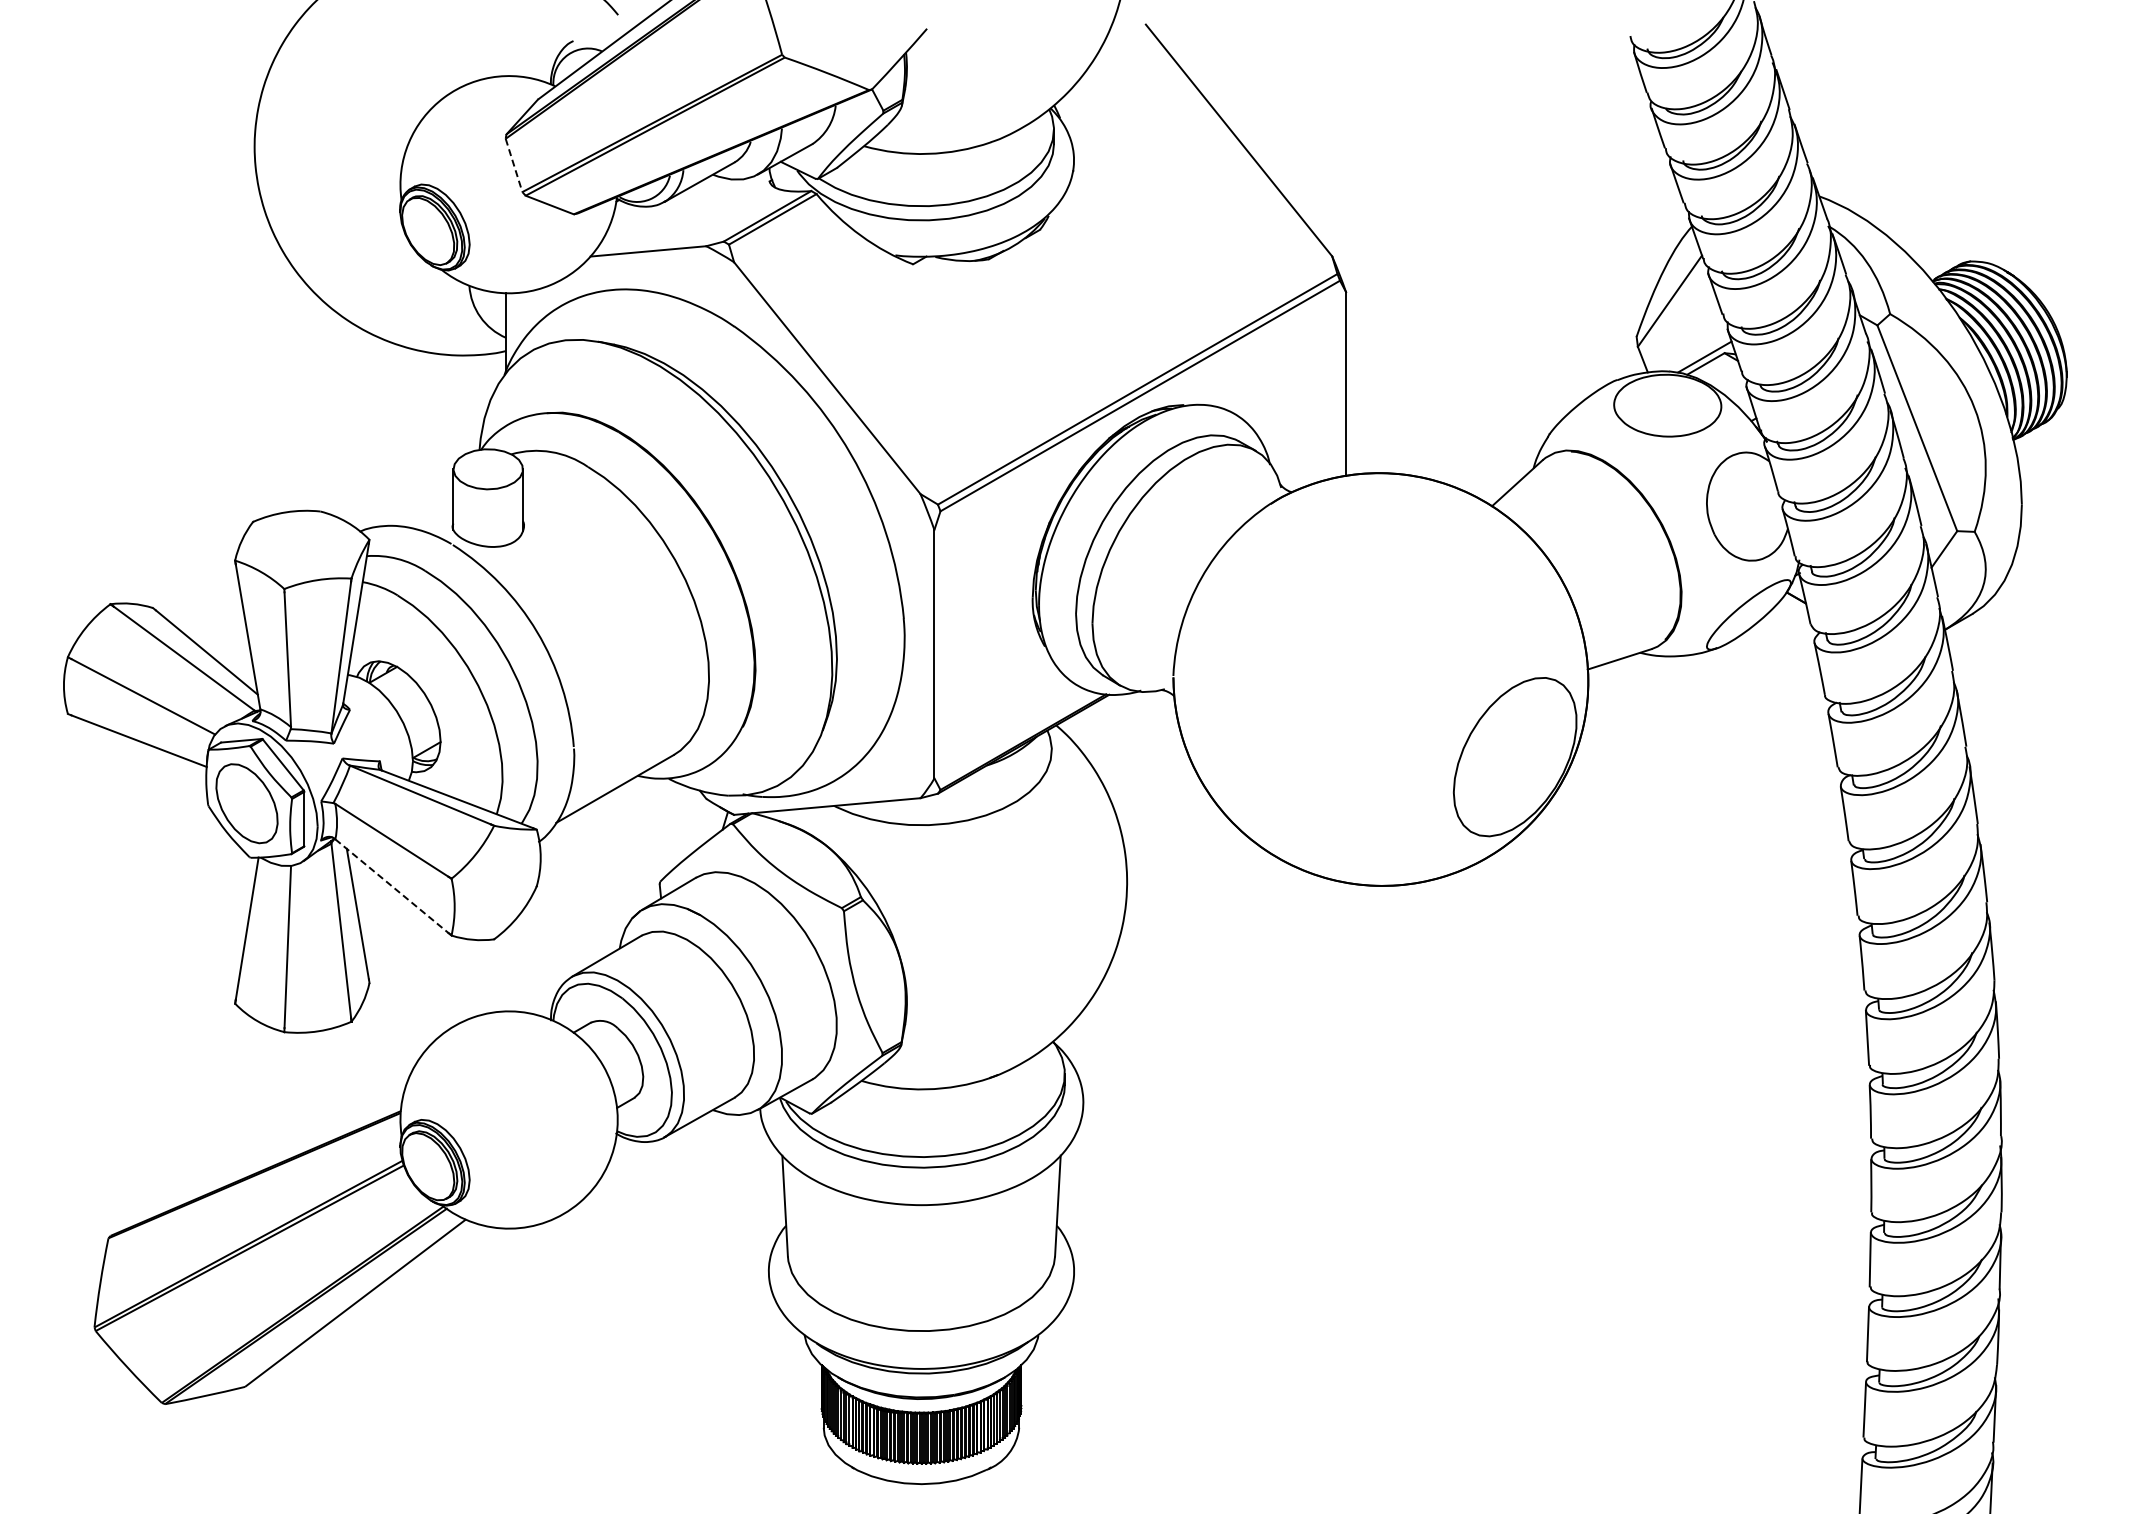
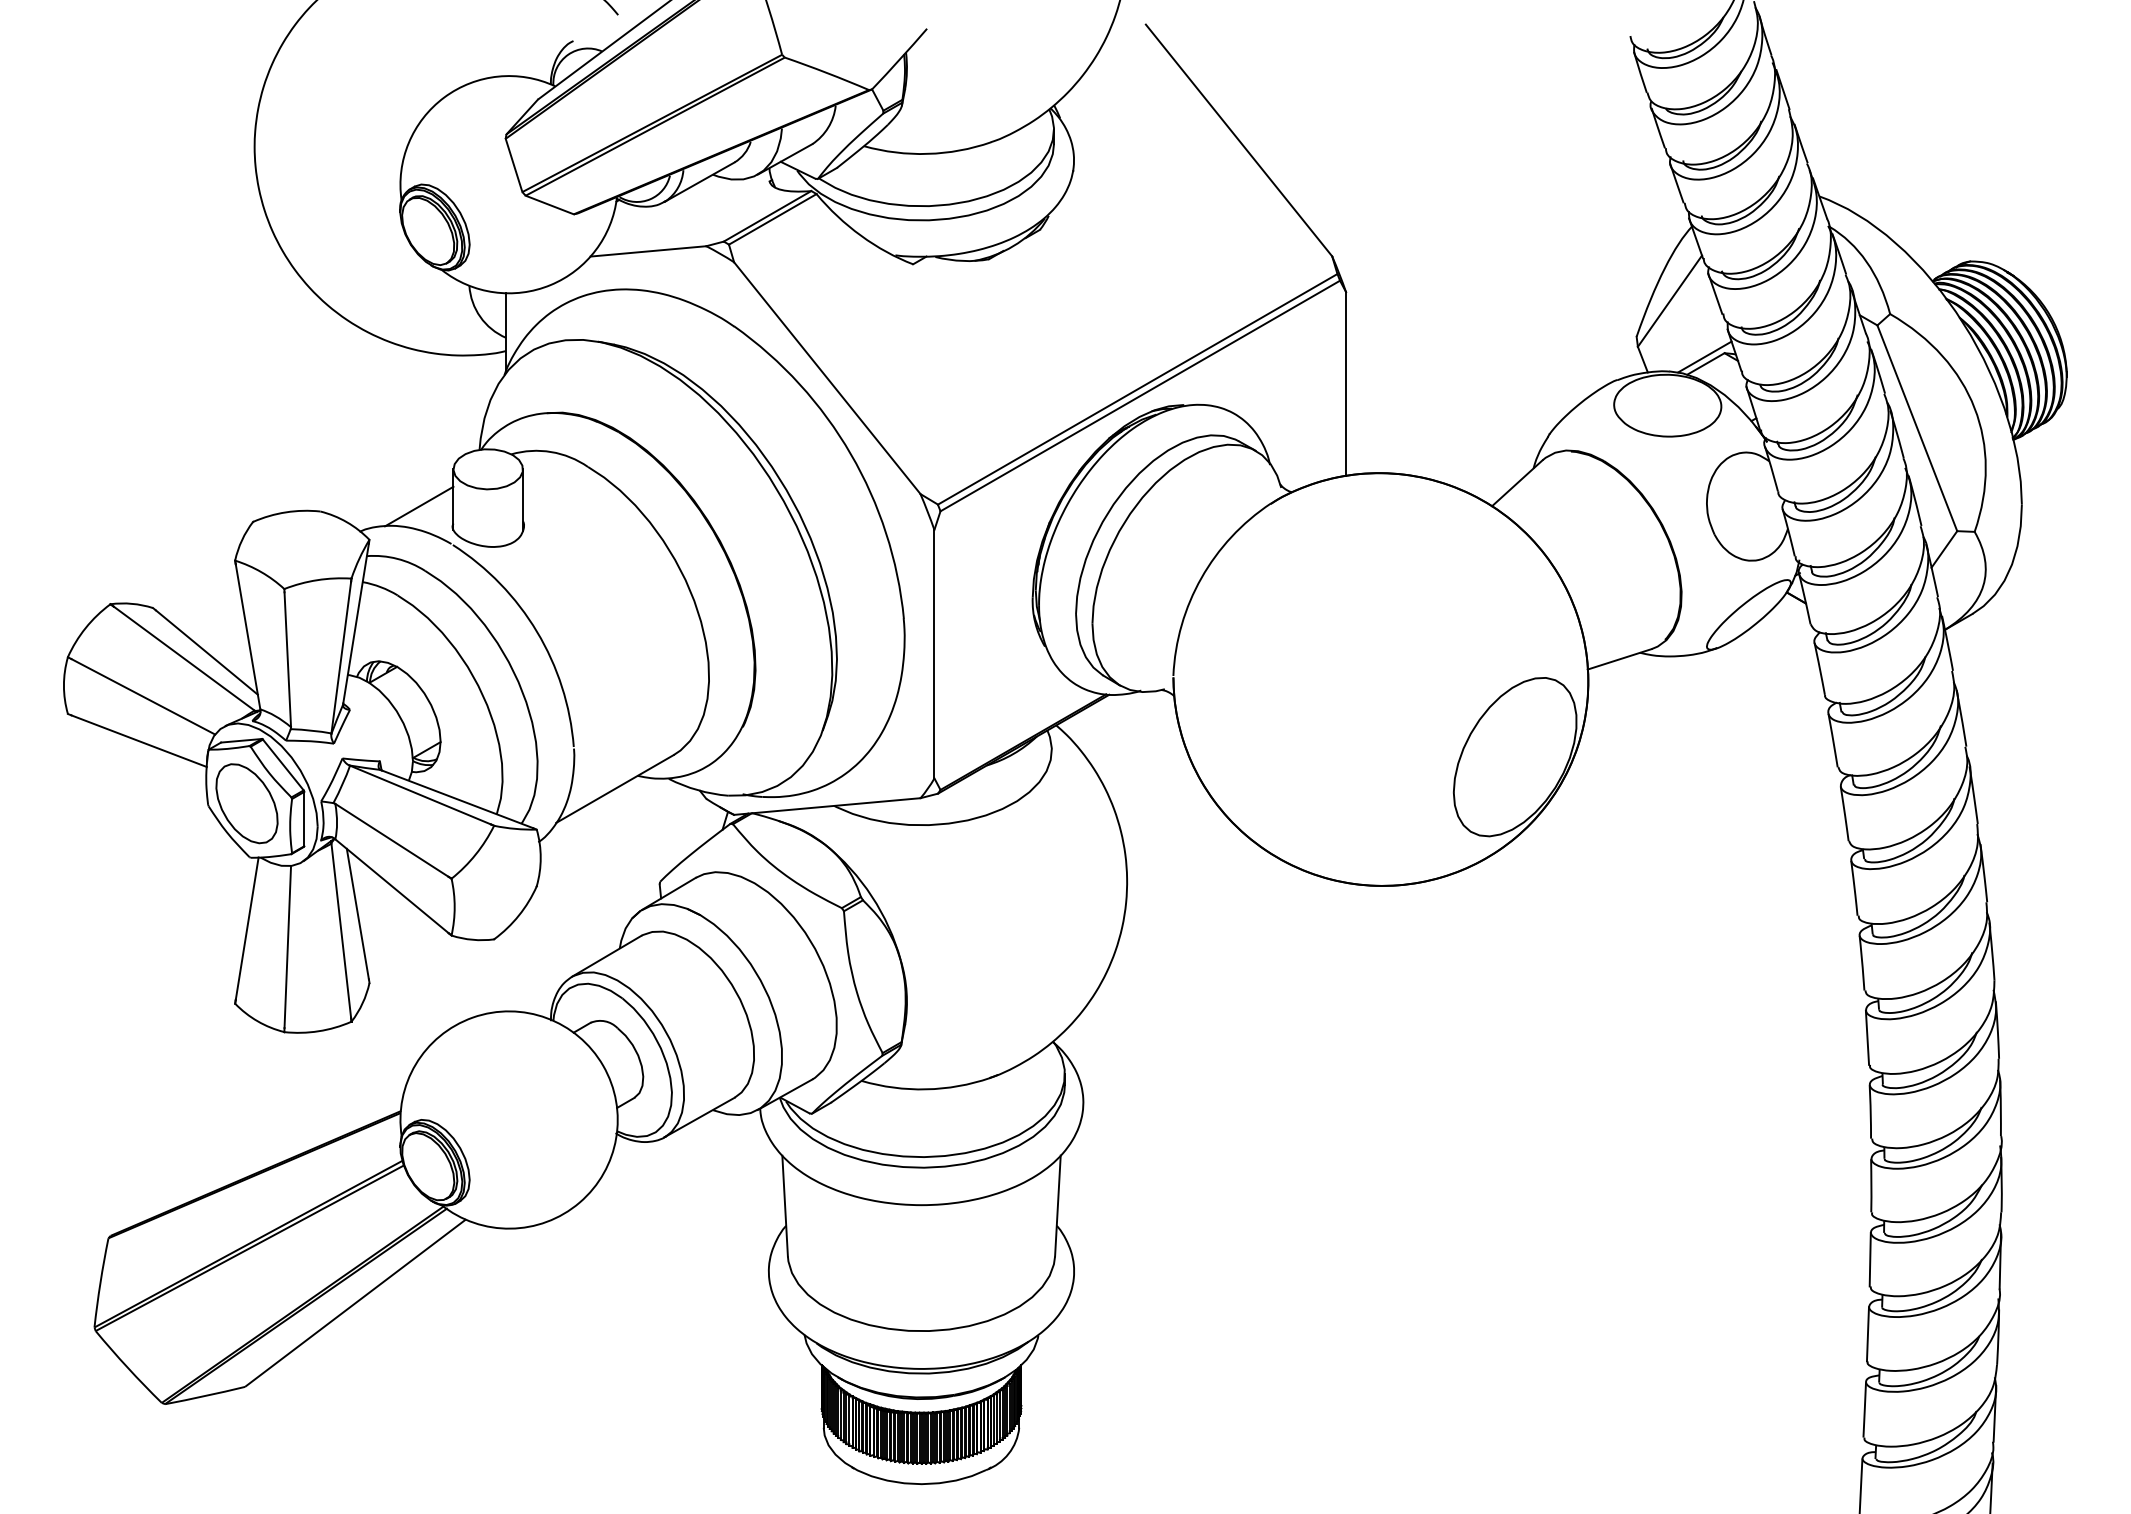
line at (514, 165): dashed -> solid
line at (419, 506): none -> present
line at (392, 886): dashed -> solid
